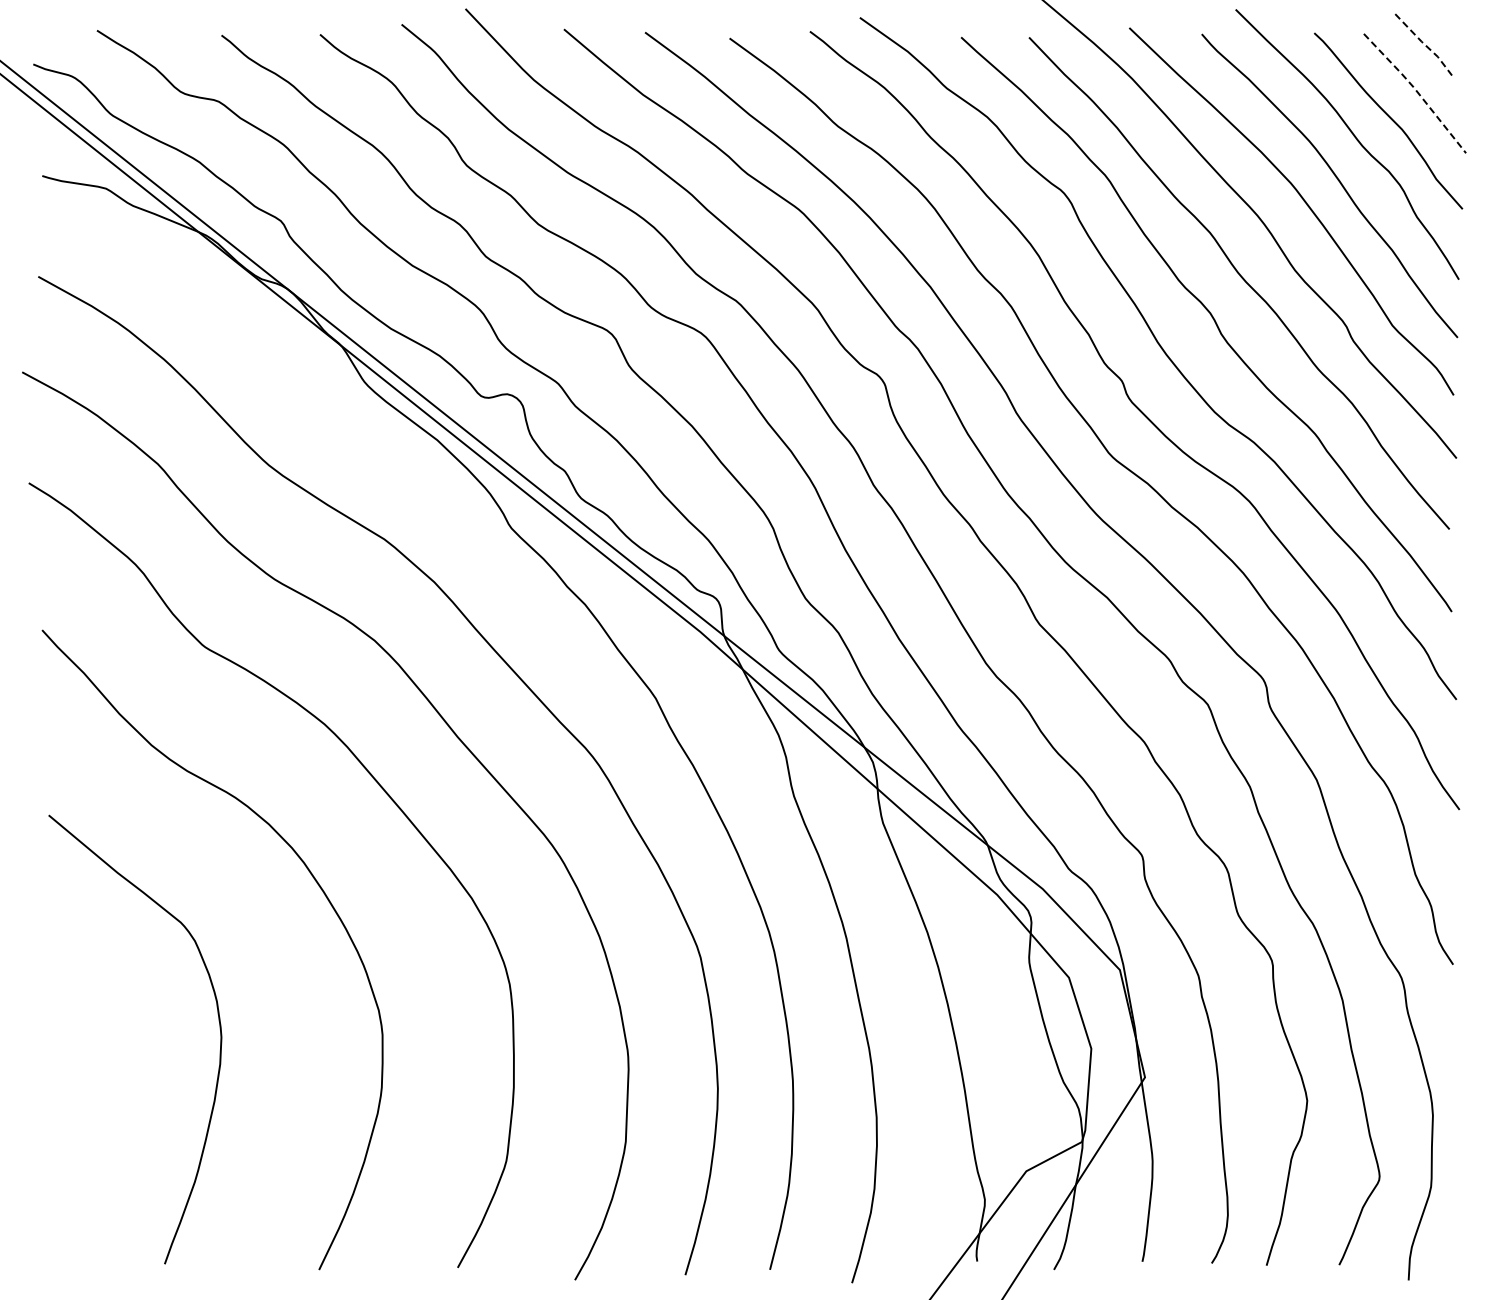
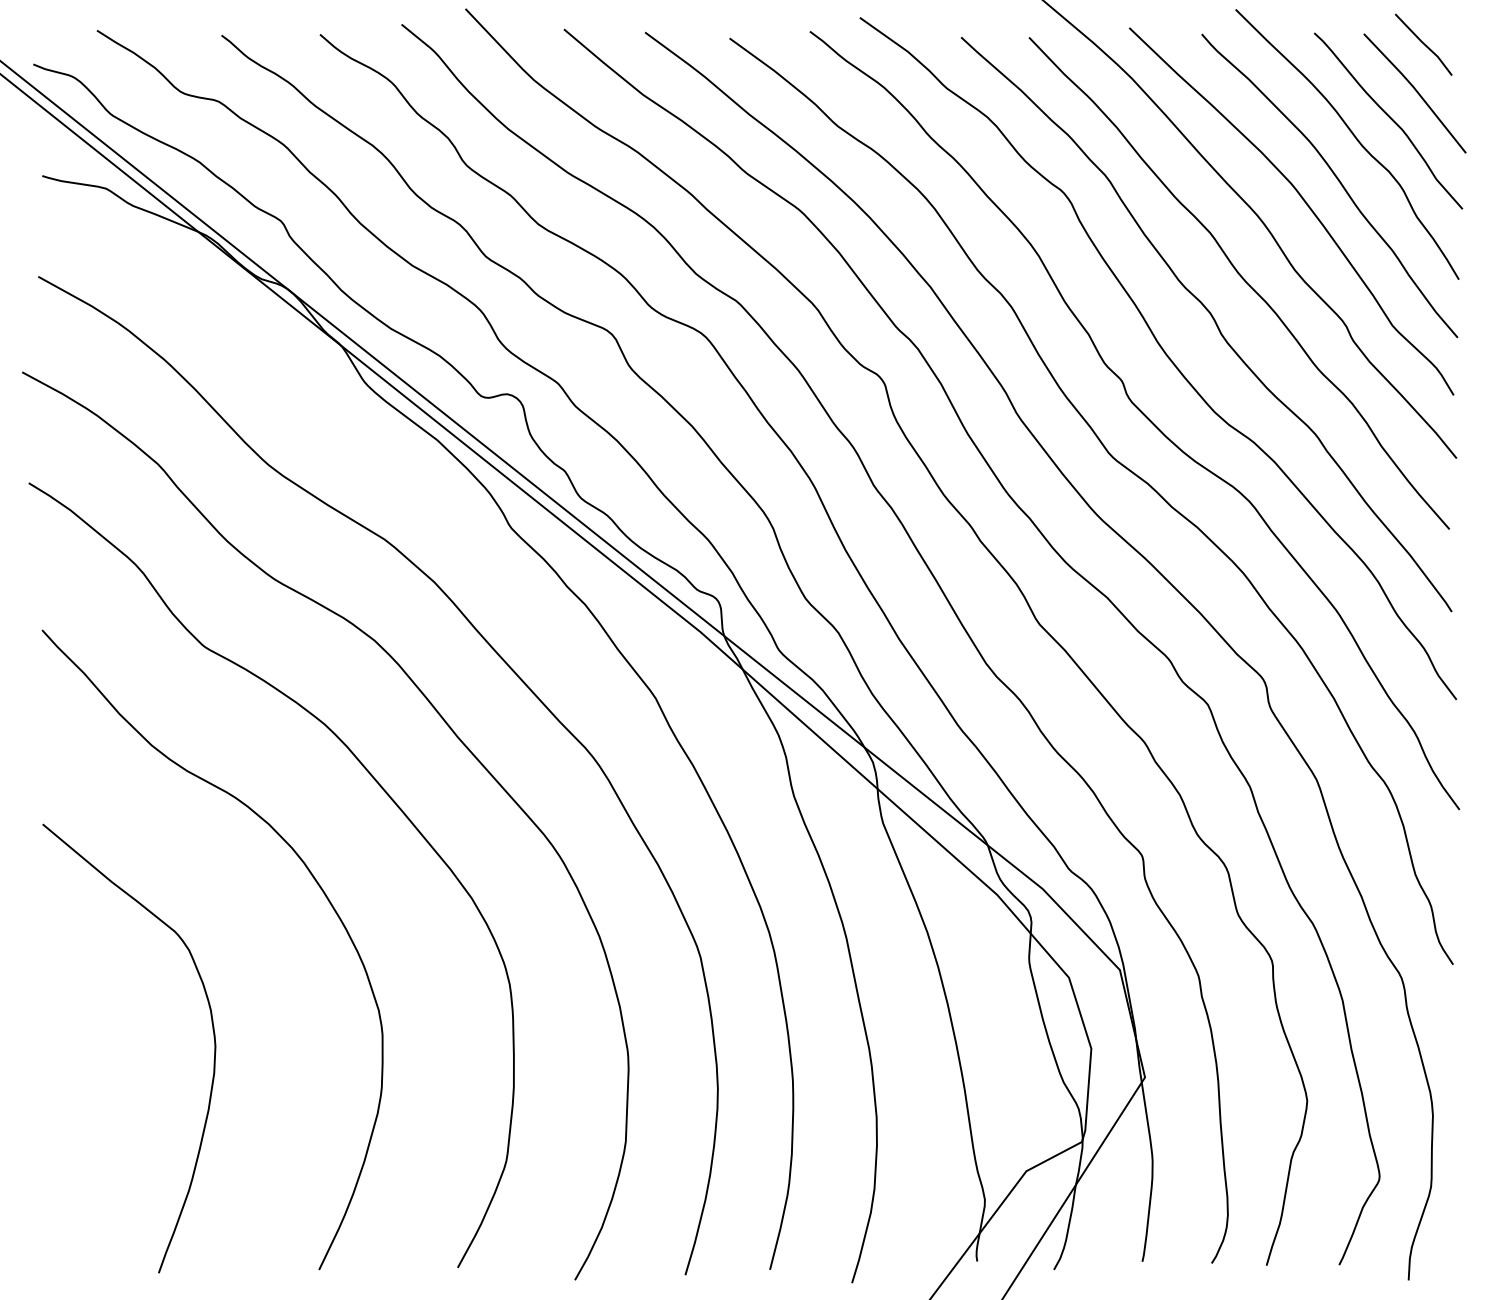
line at (1424, 44): dashed -> solid
line at (1416, 91): dashed -> solid
curve at (219, 1028) position: (219, 1028) -> (213, 1037)
